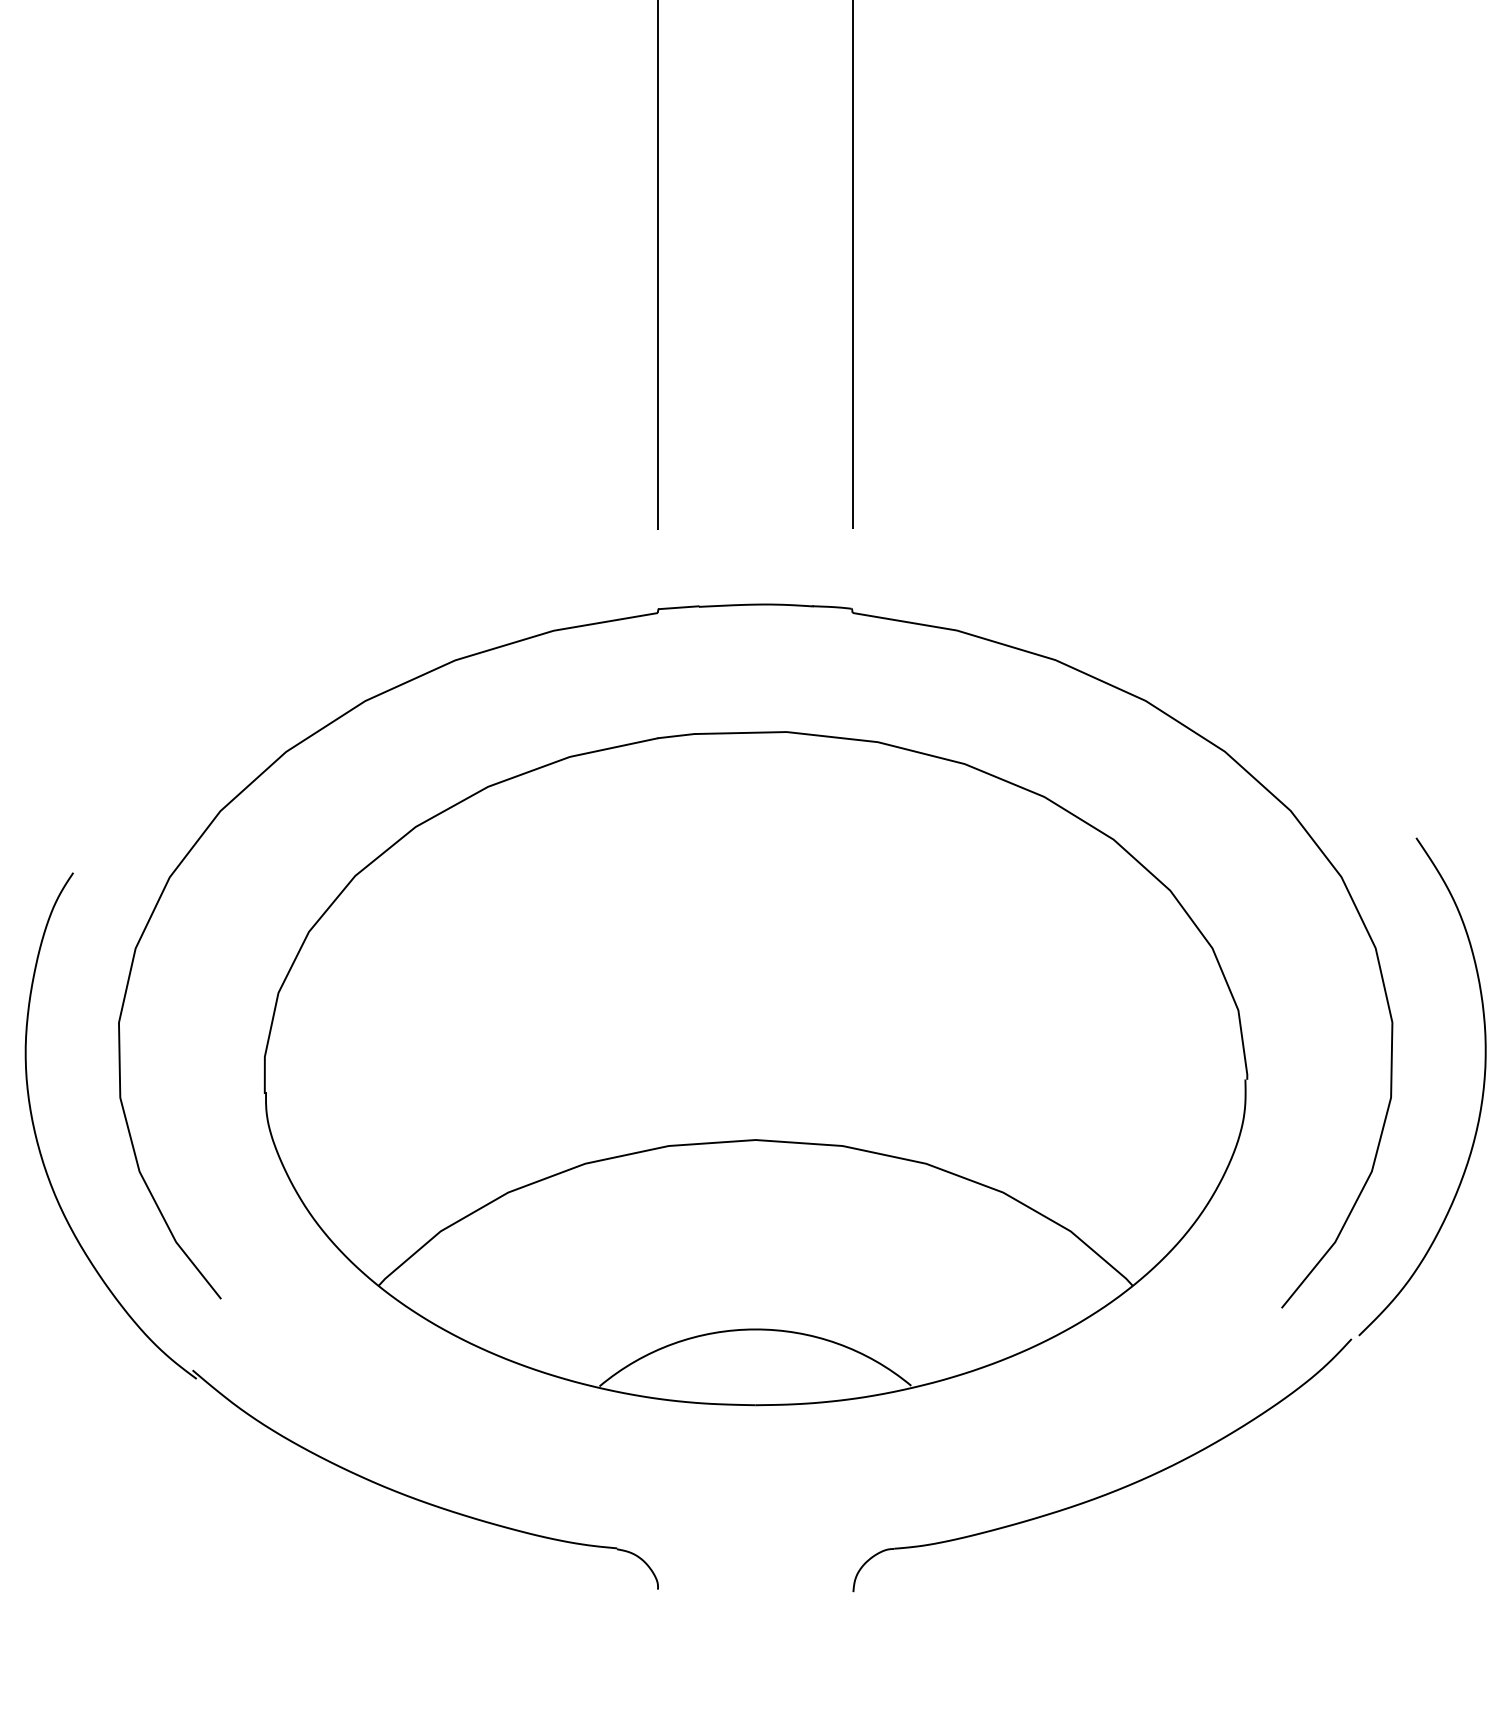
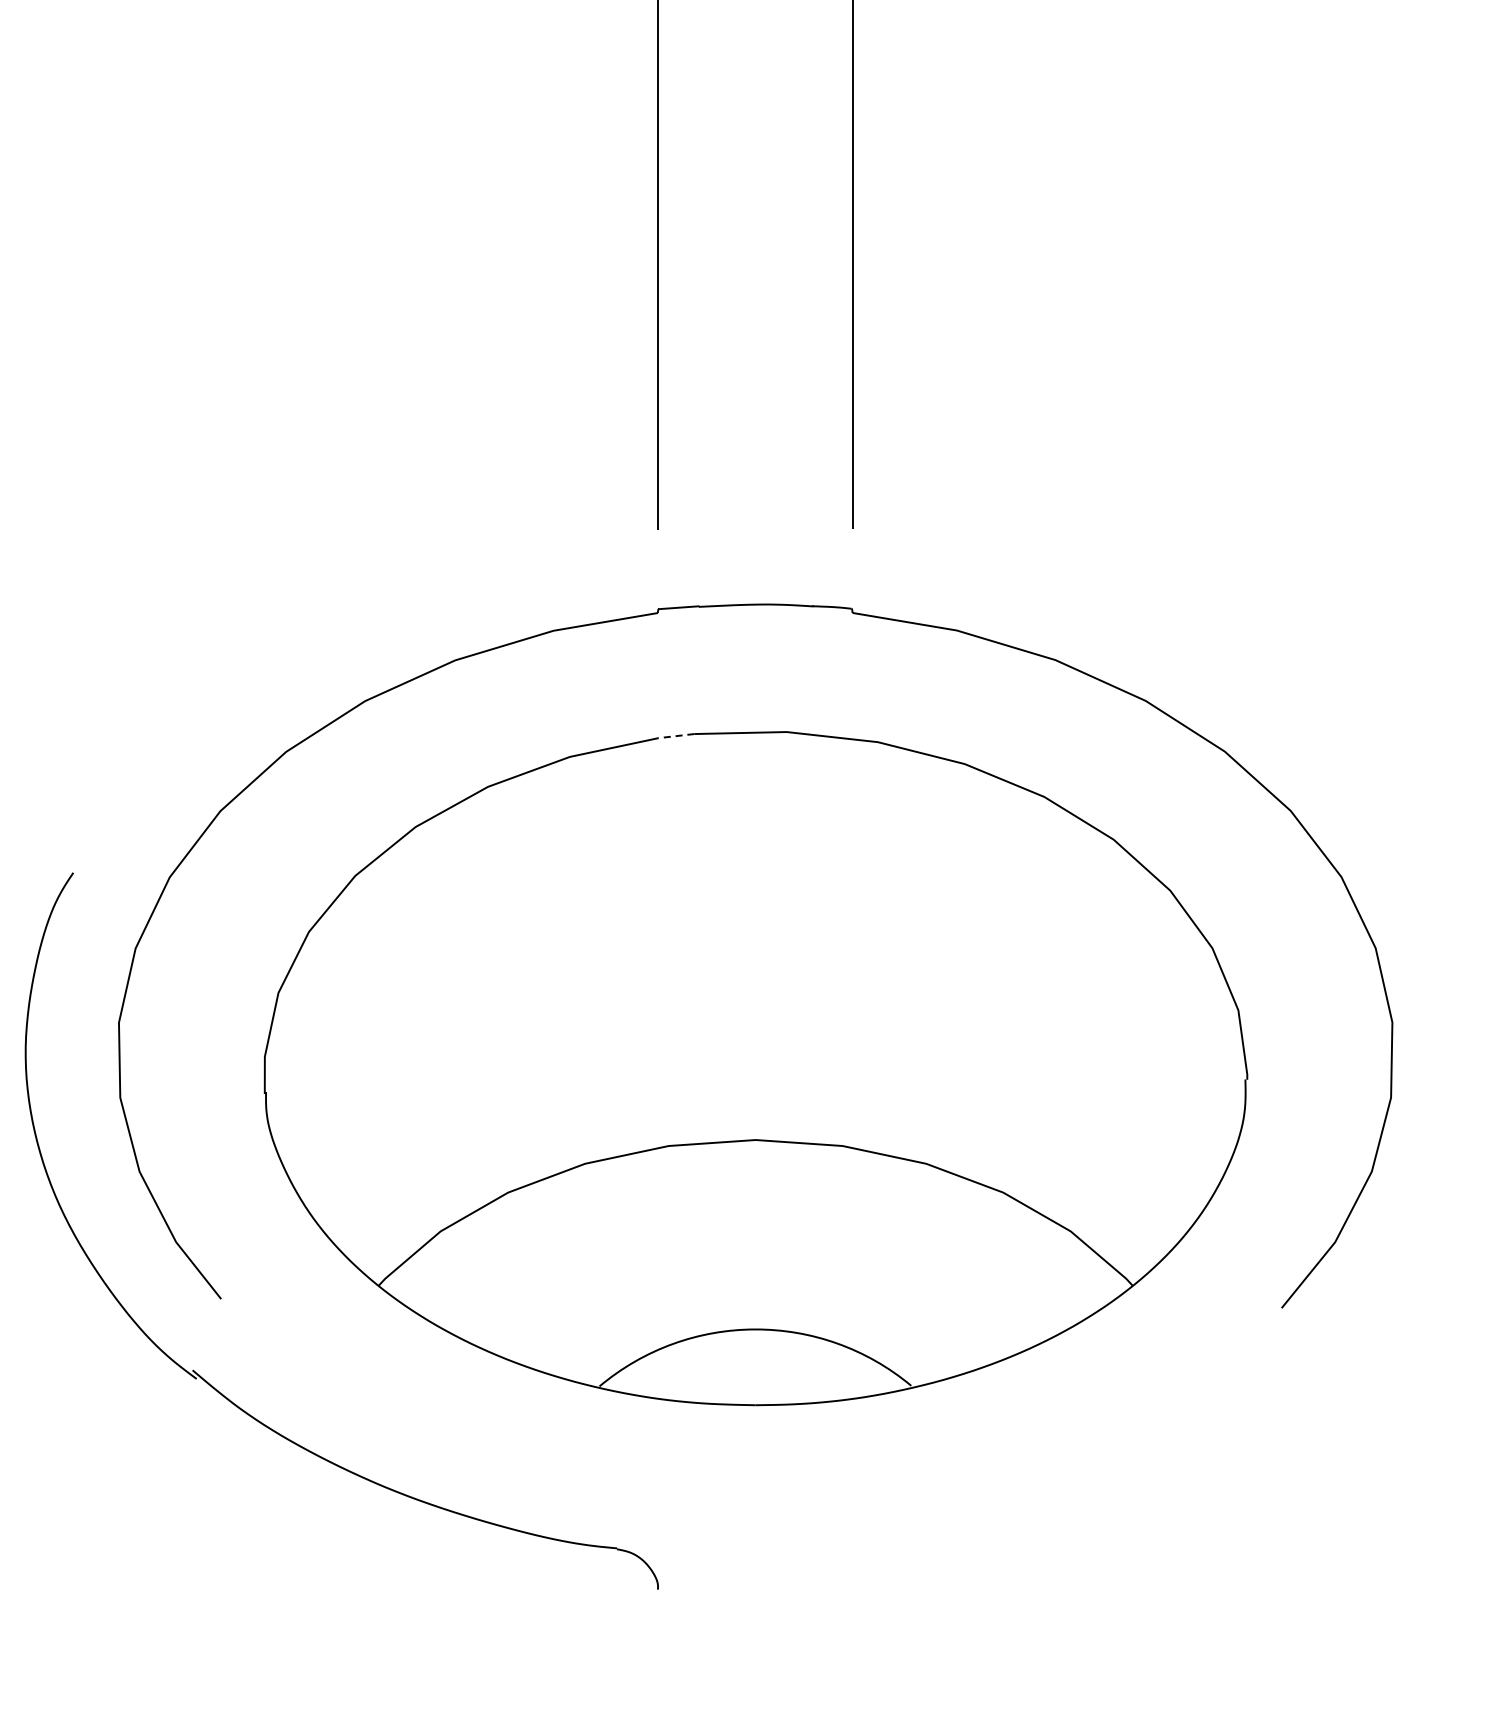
line at (675, 736): solid -> dashed
part at (1297, 1387): present -> none
